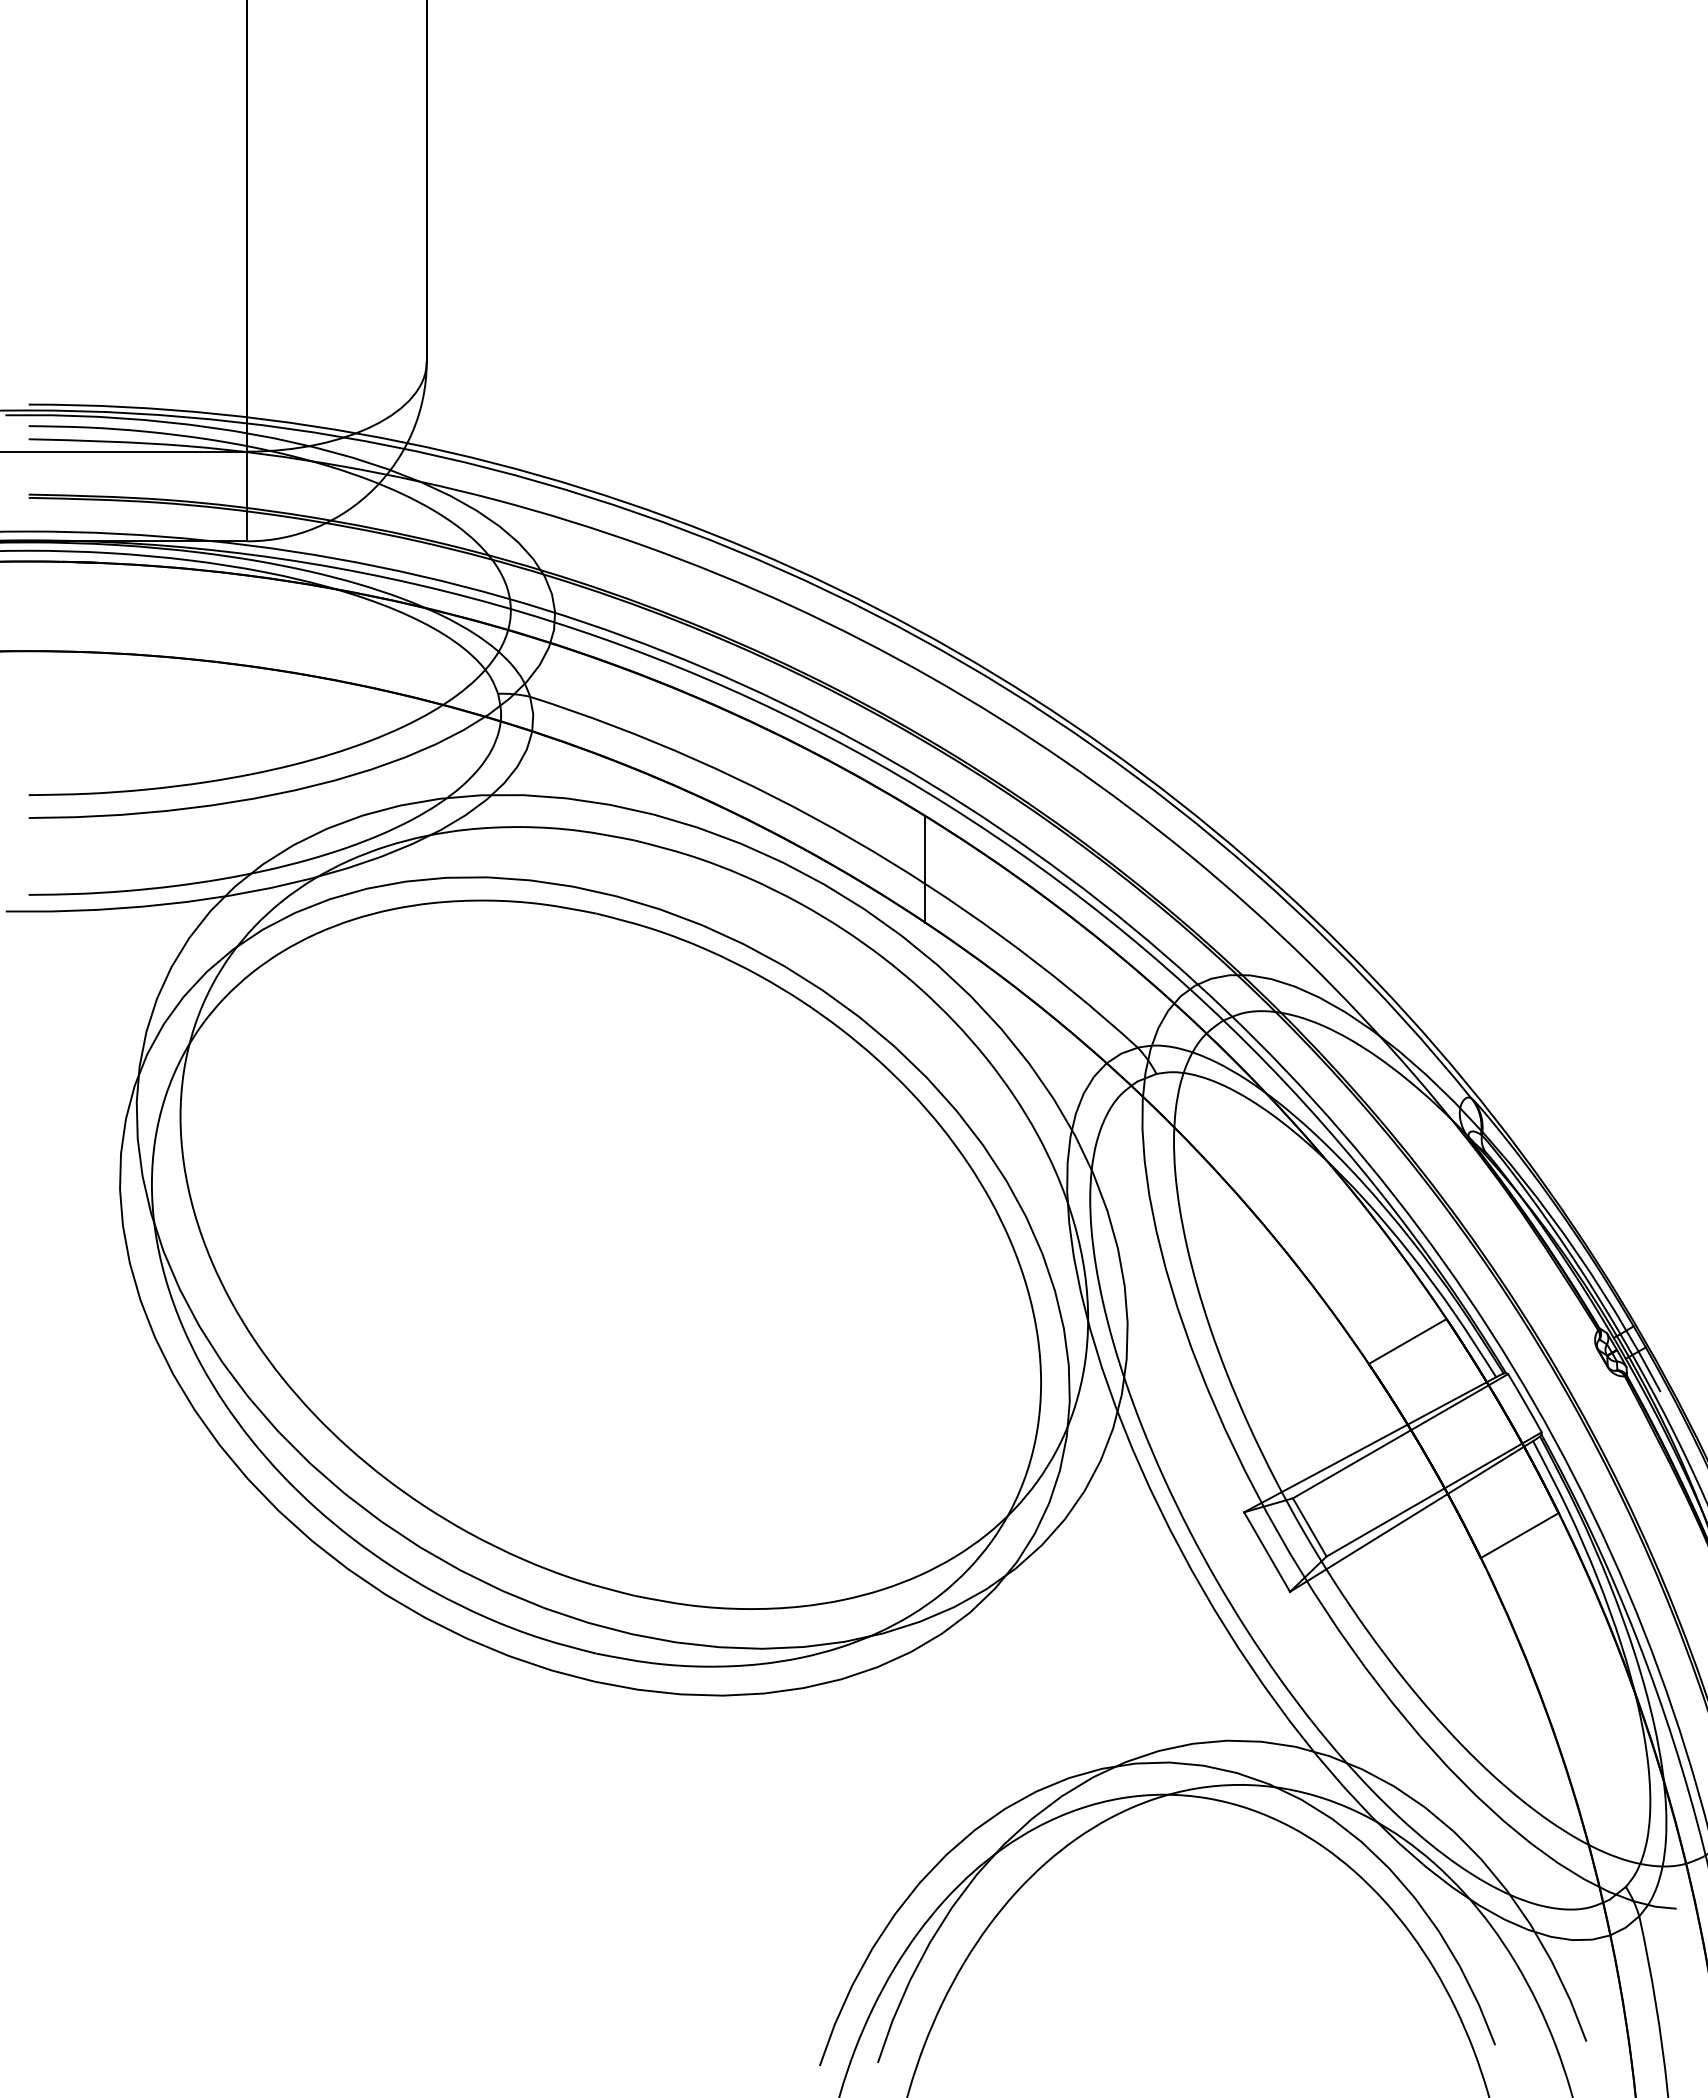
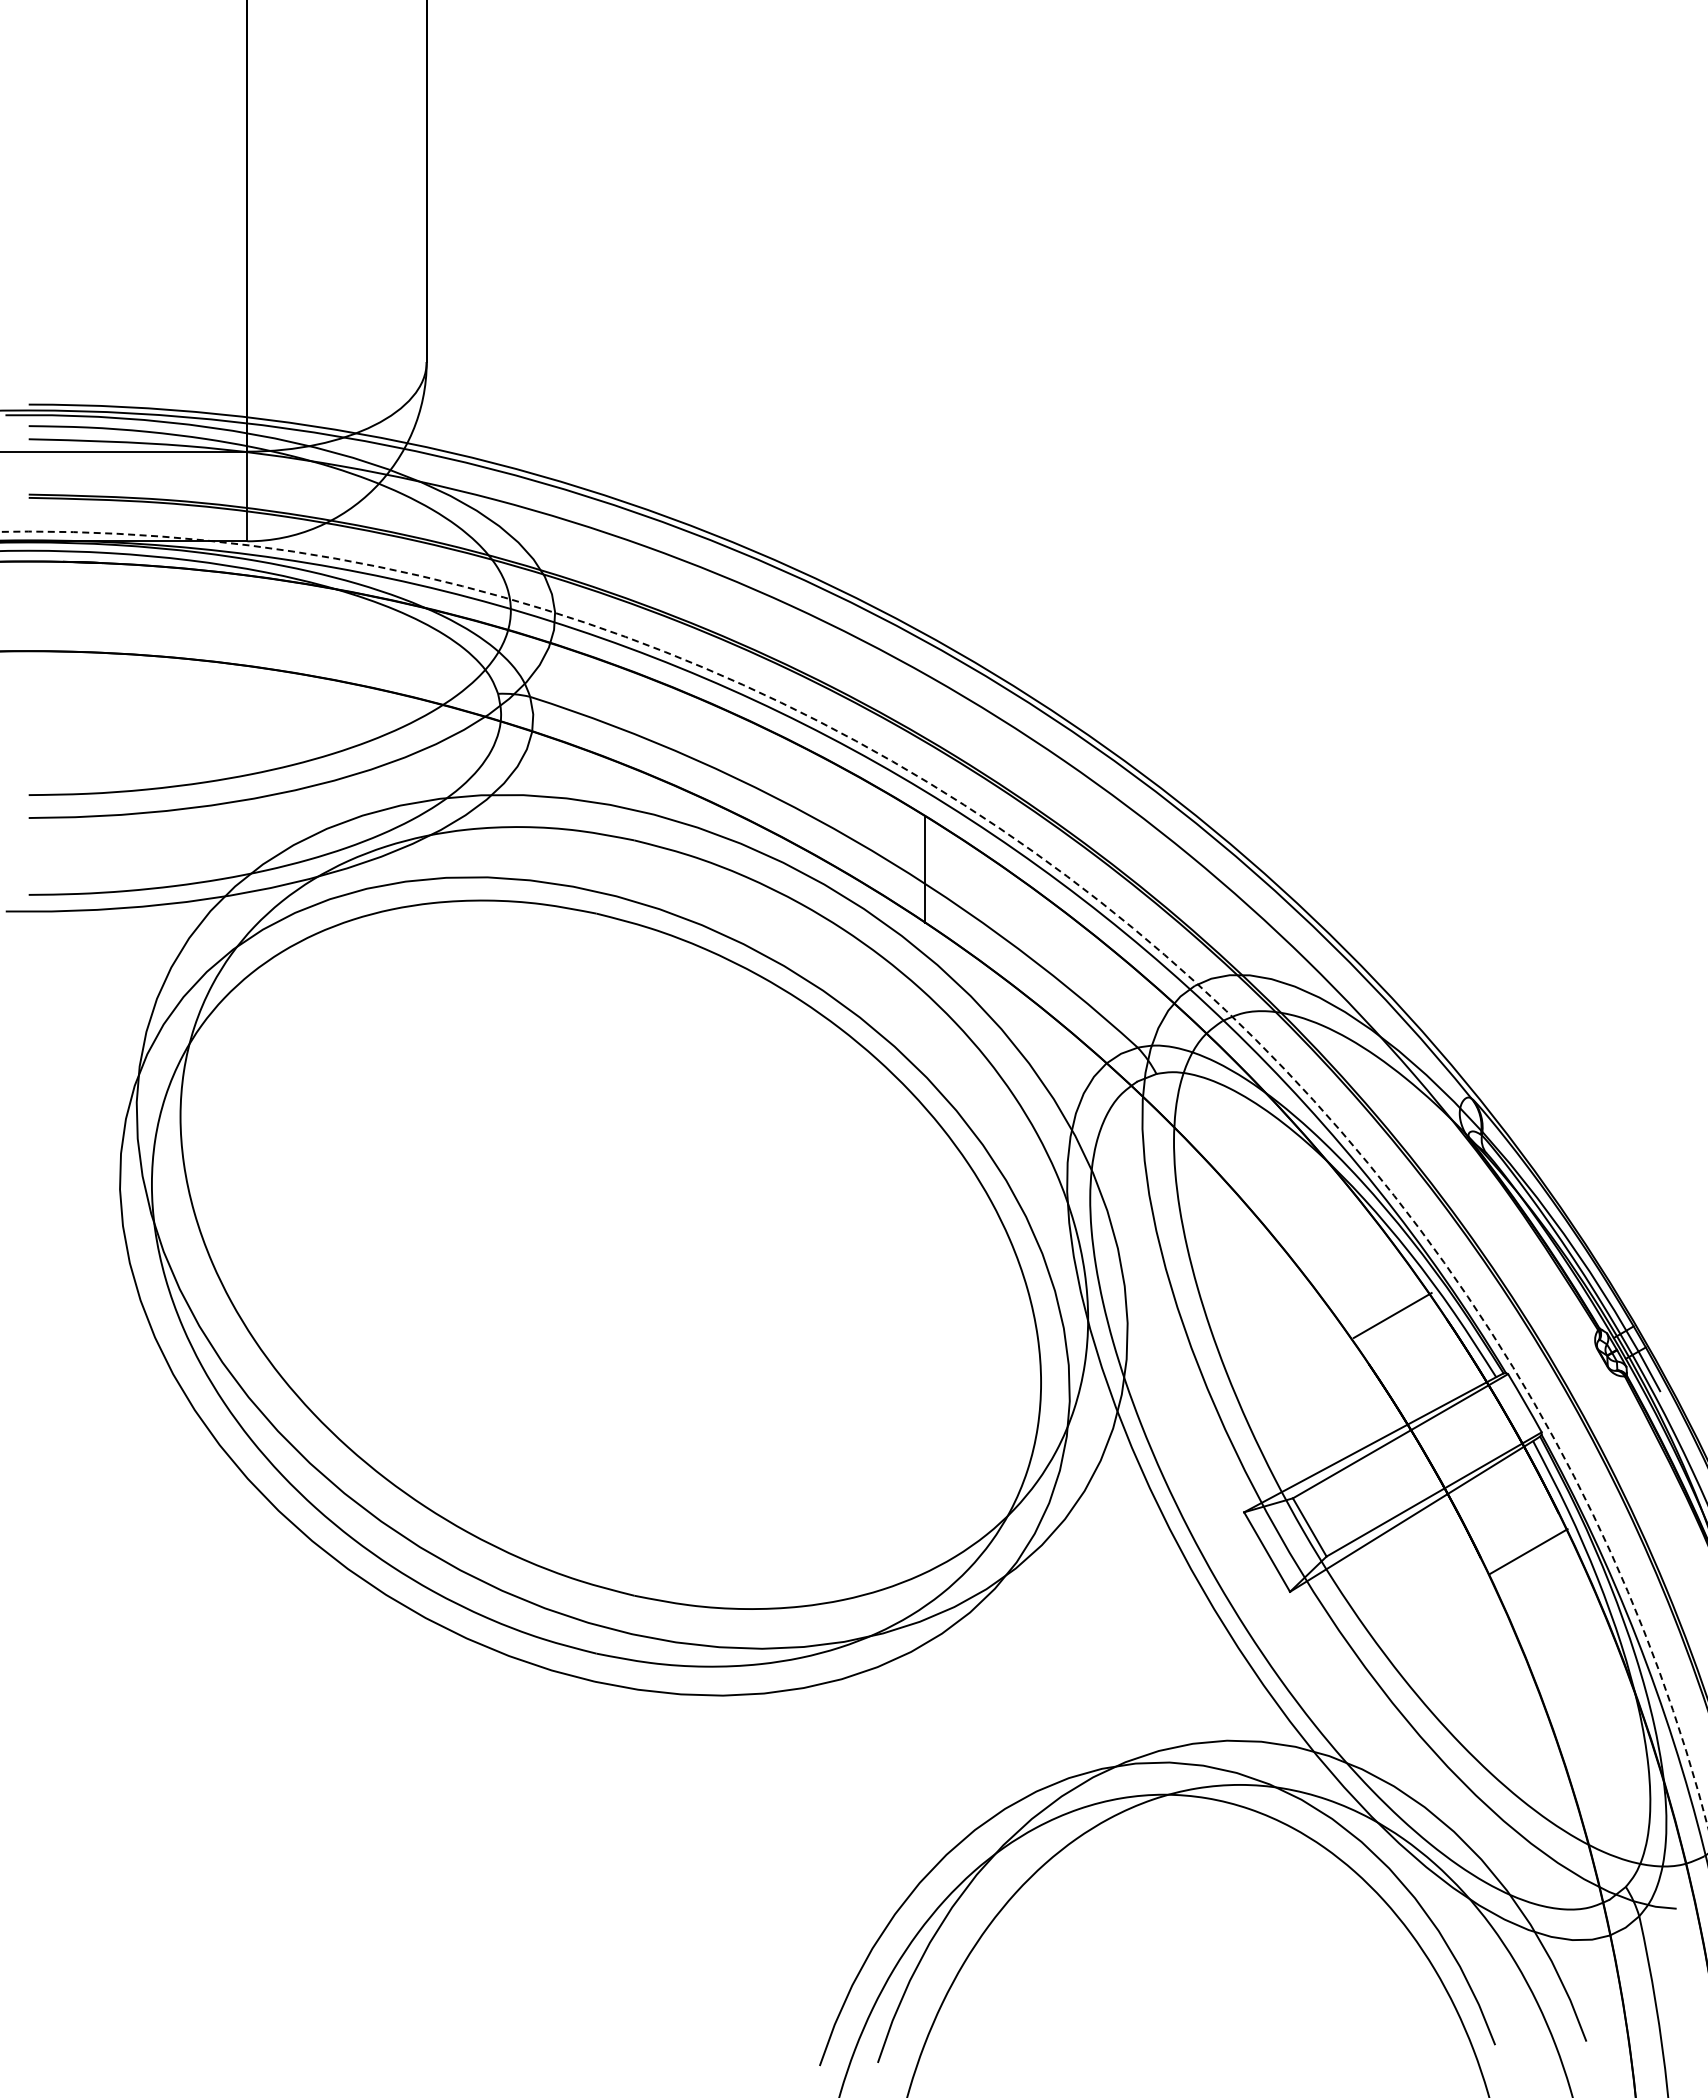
circle at (853, 1178): solid -> dashed
line at (1407, 1341) position: (1407, 1341) -> (1392, 1315)
line at (1519, 1535) position: (1519, 1535) -> (1528, 1551)
